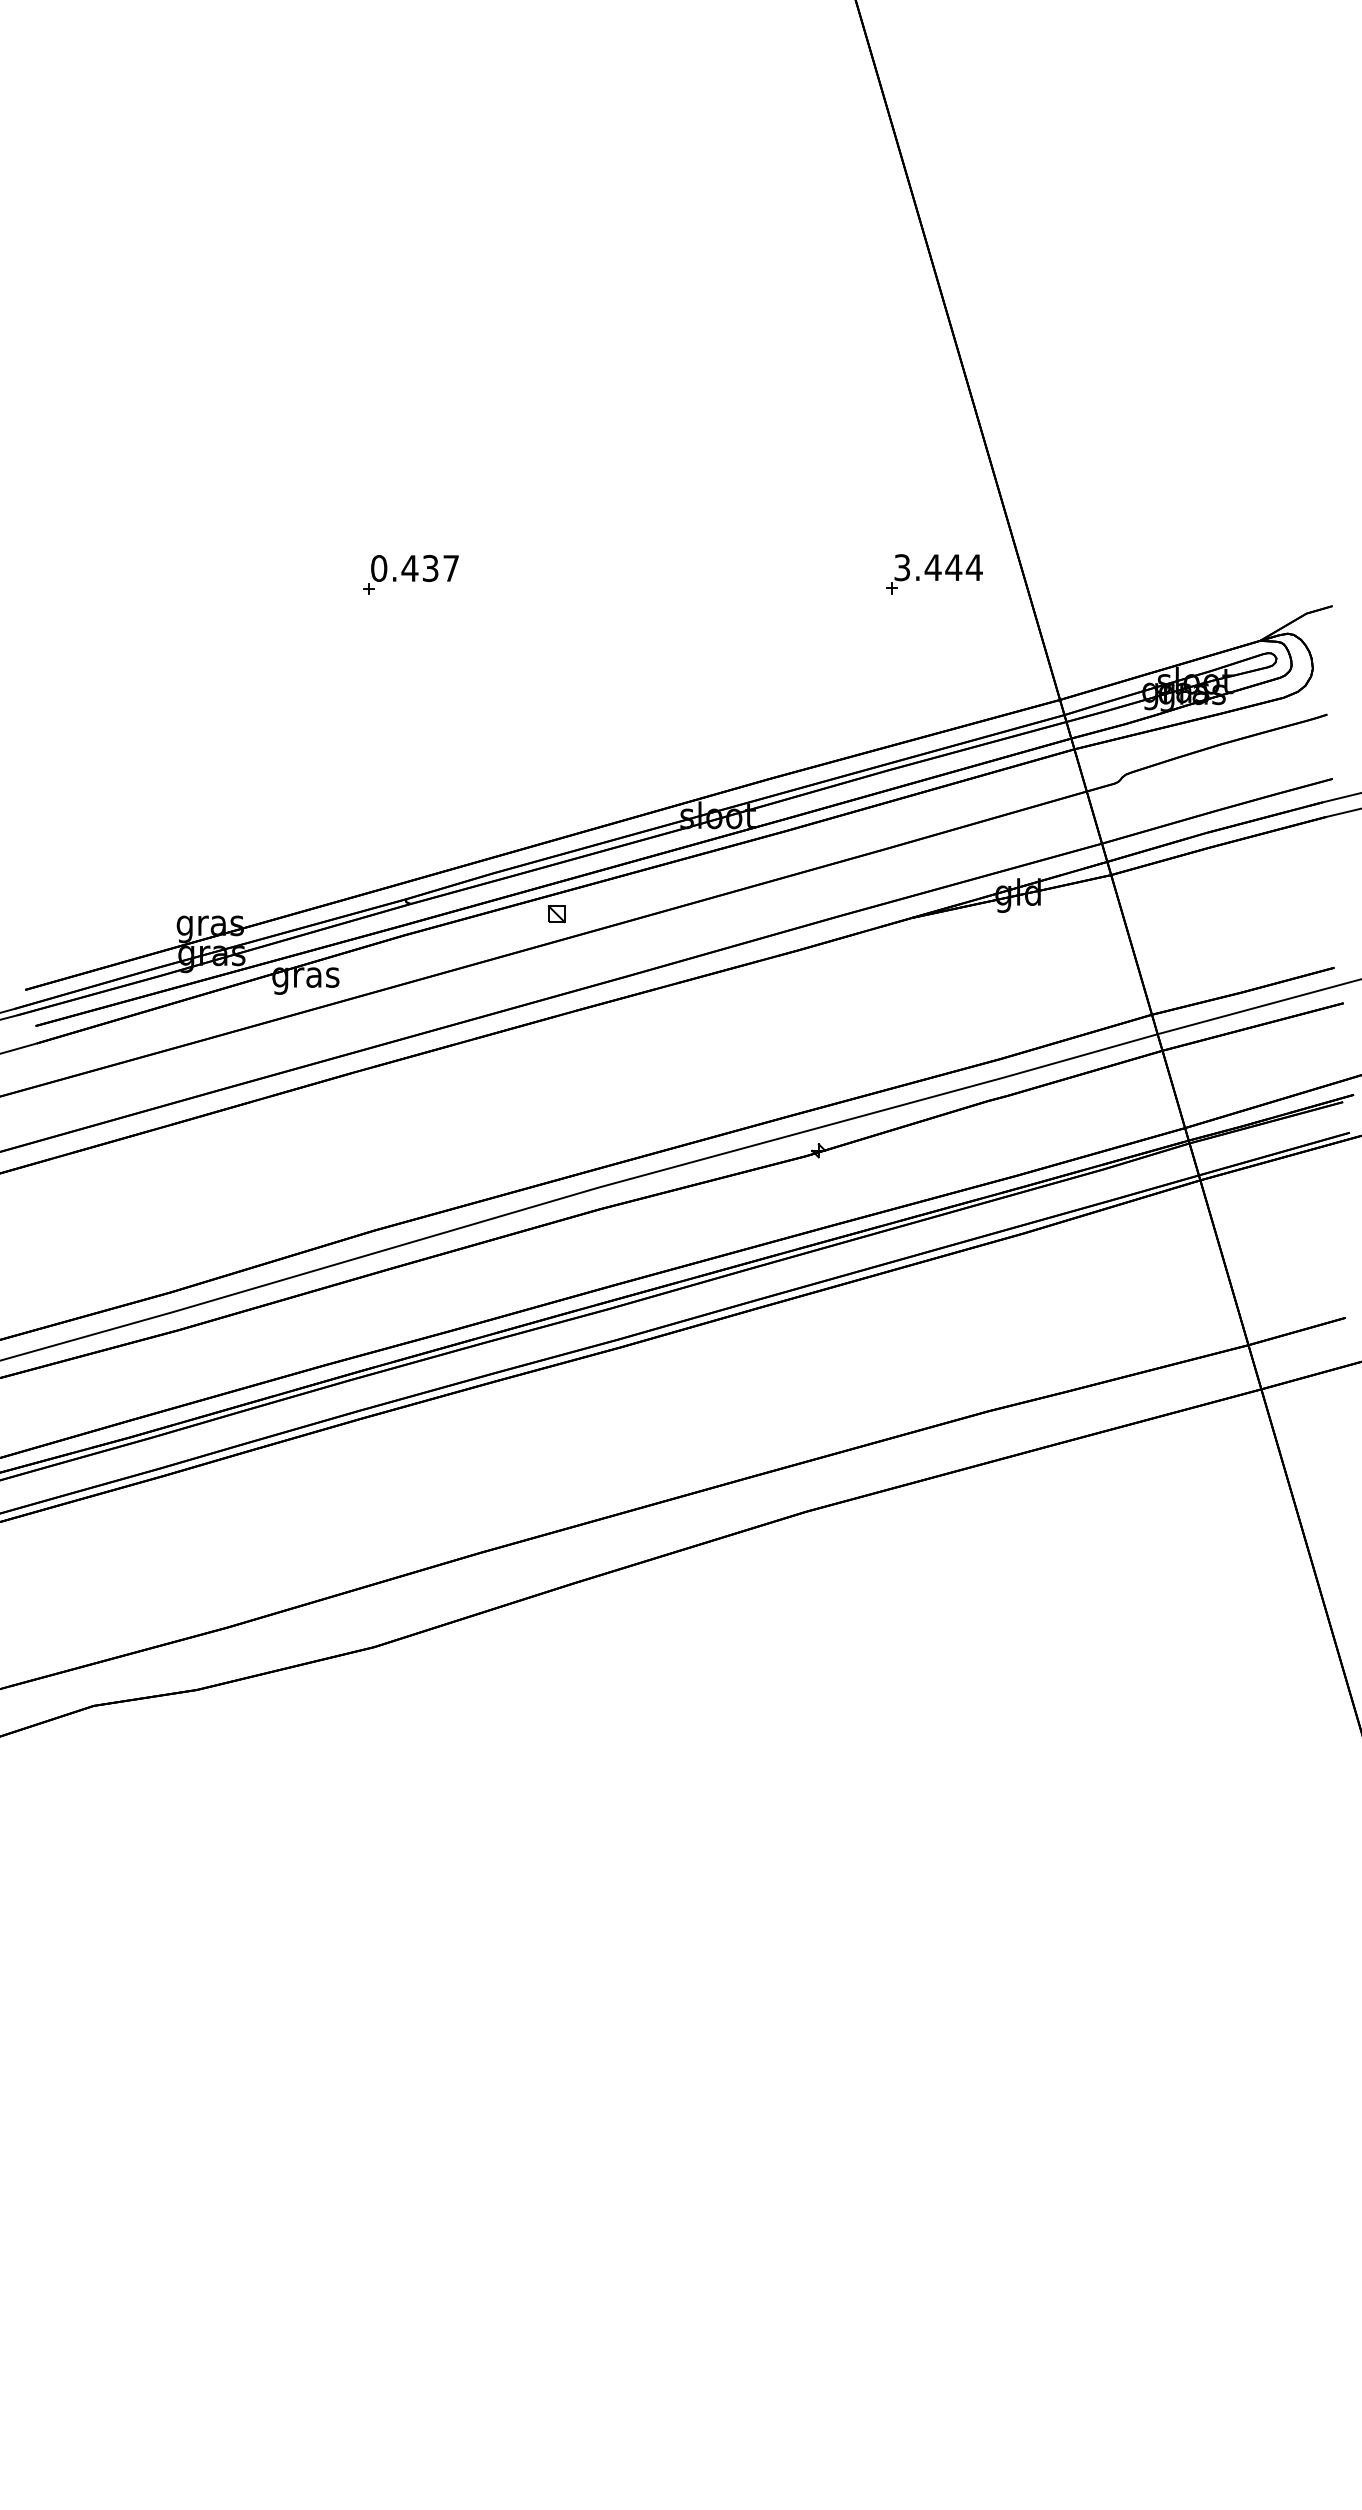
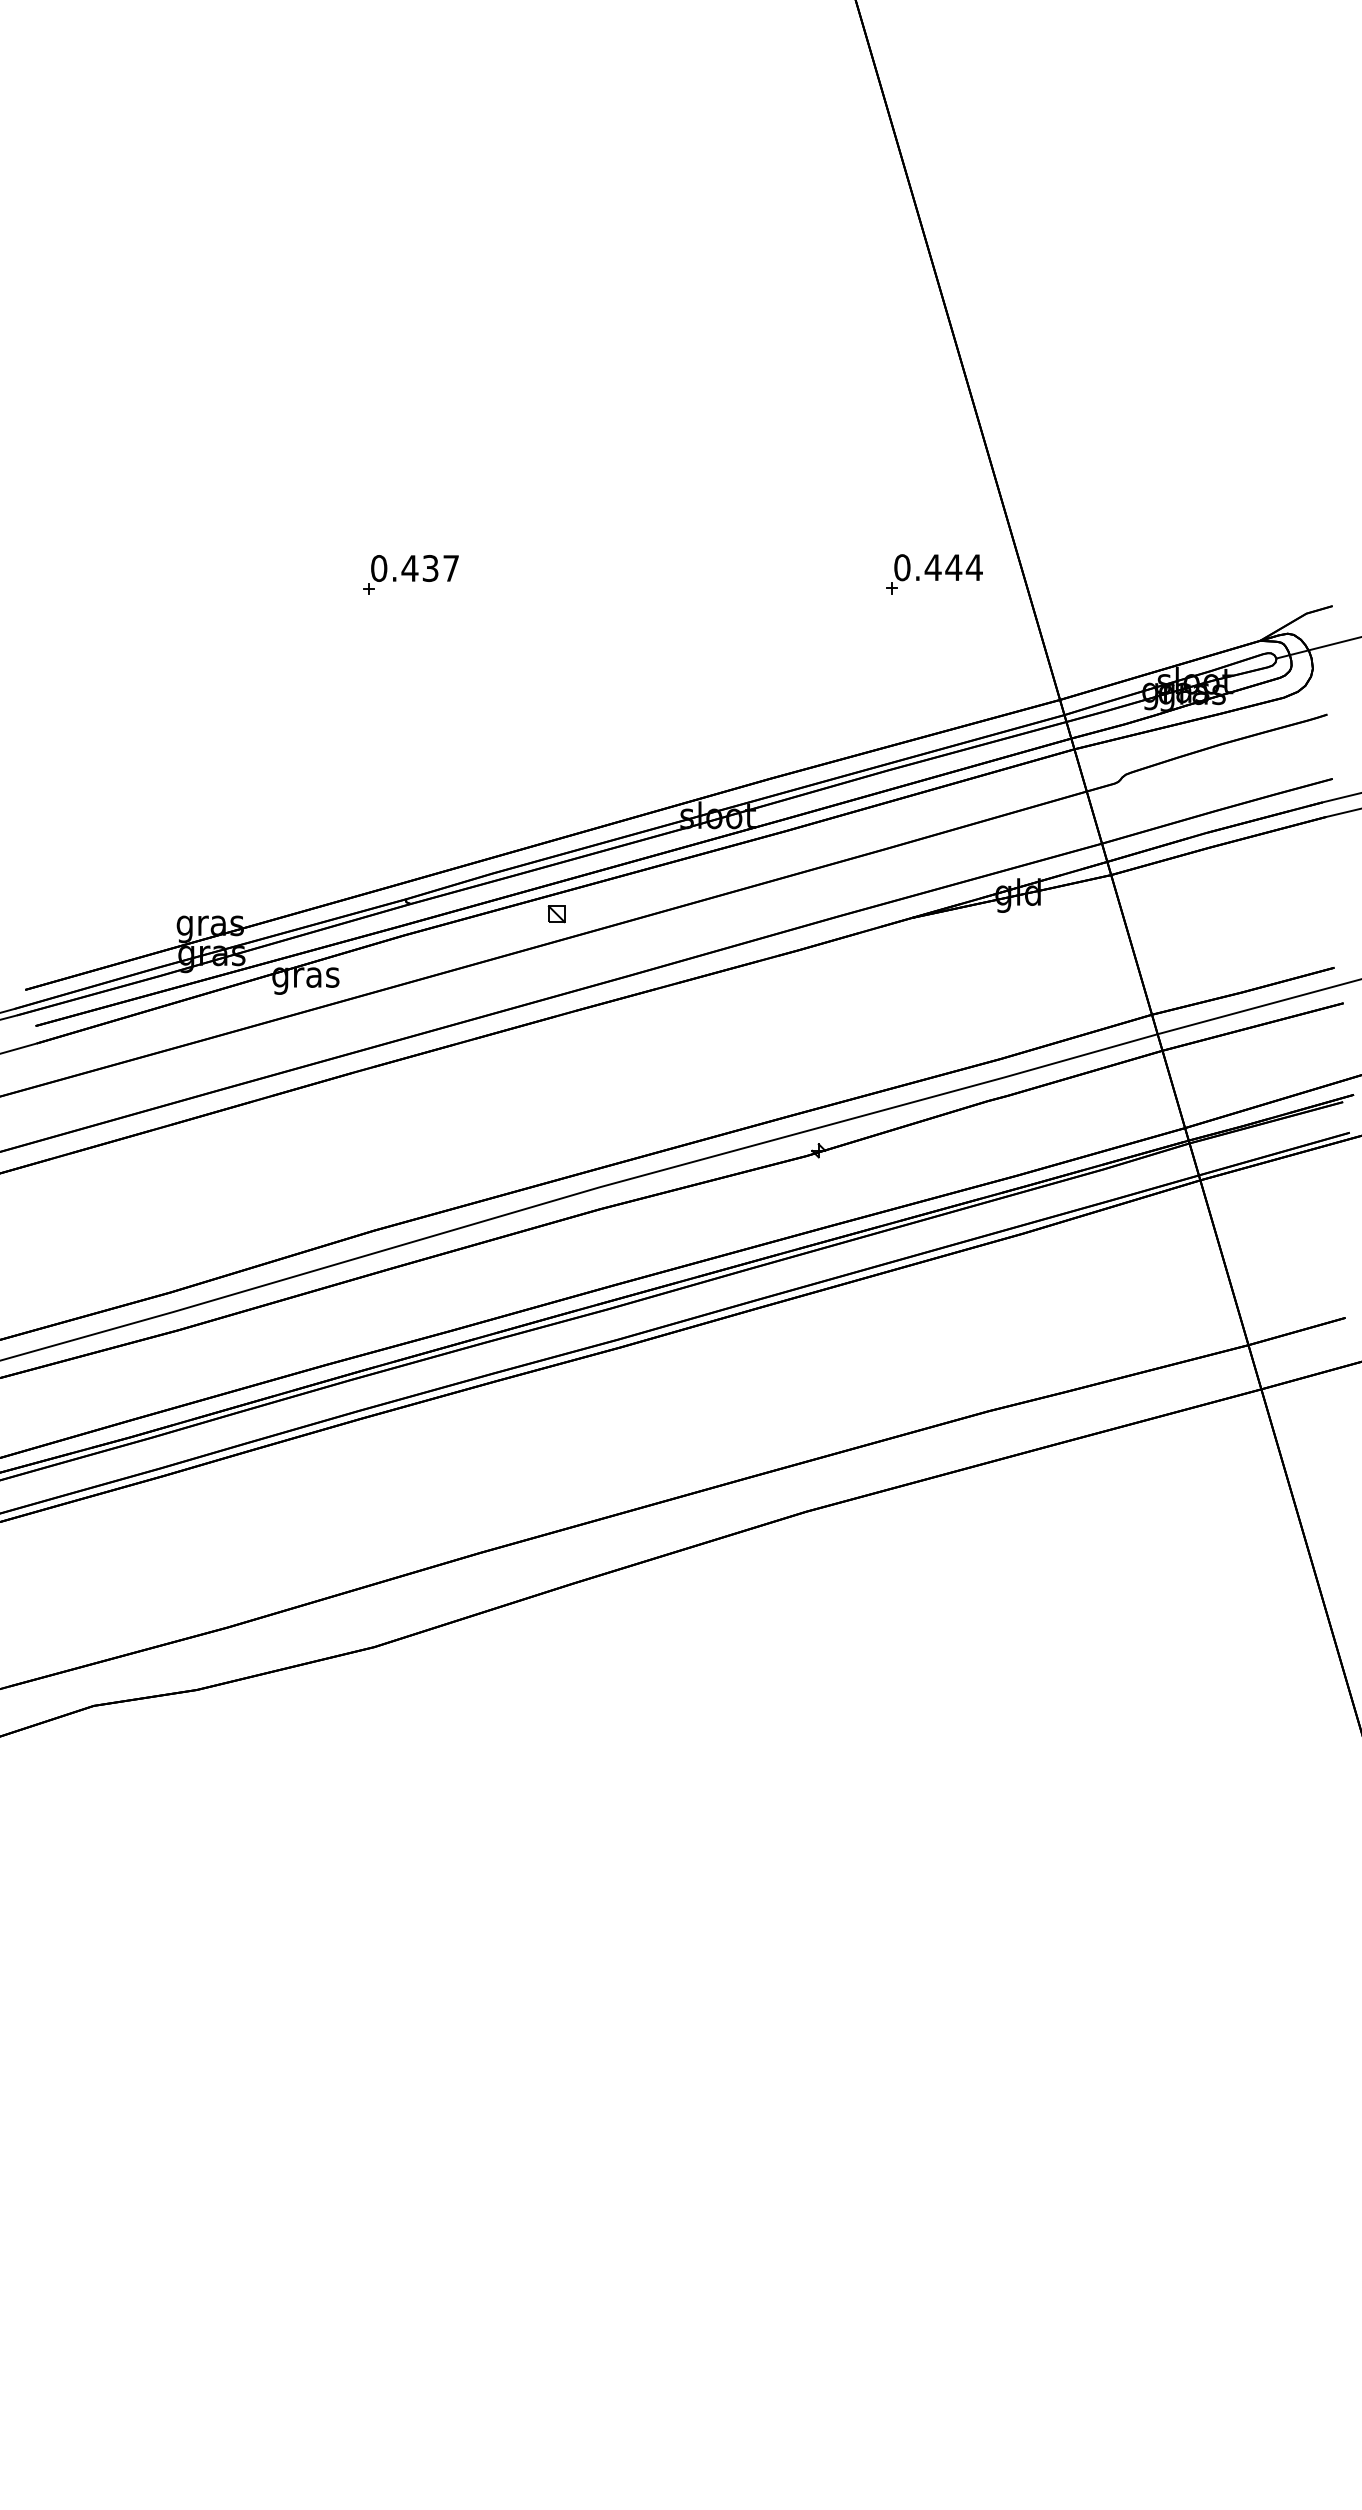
text at (902, 567): 3.444 -> 0.444
line at (1317, 647): none -> present
